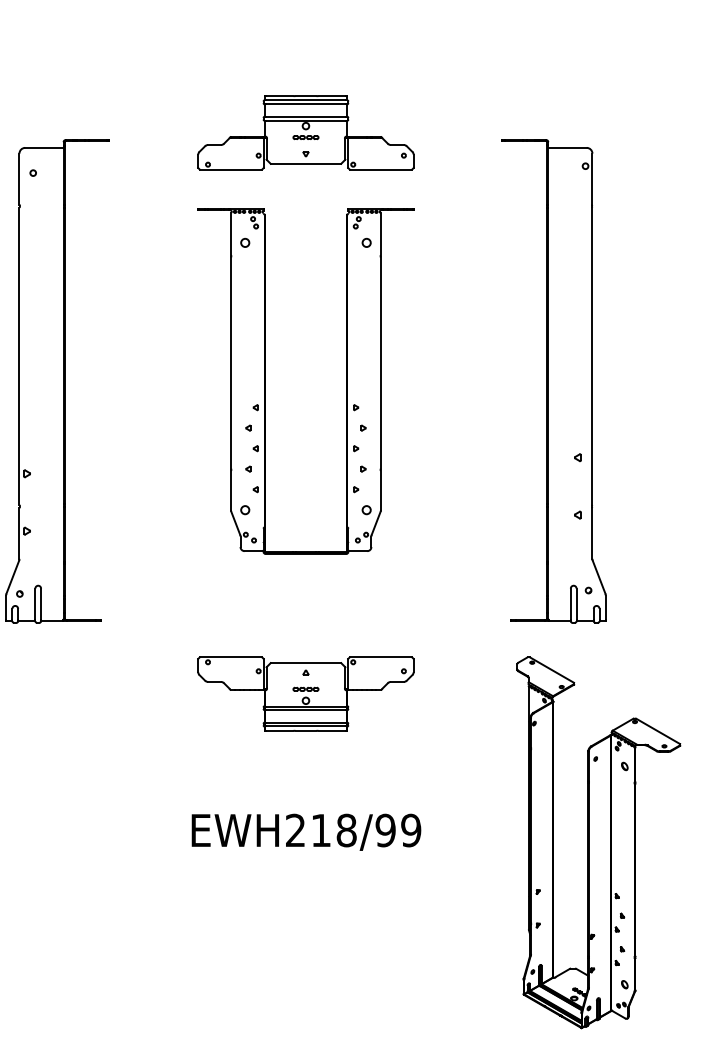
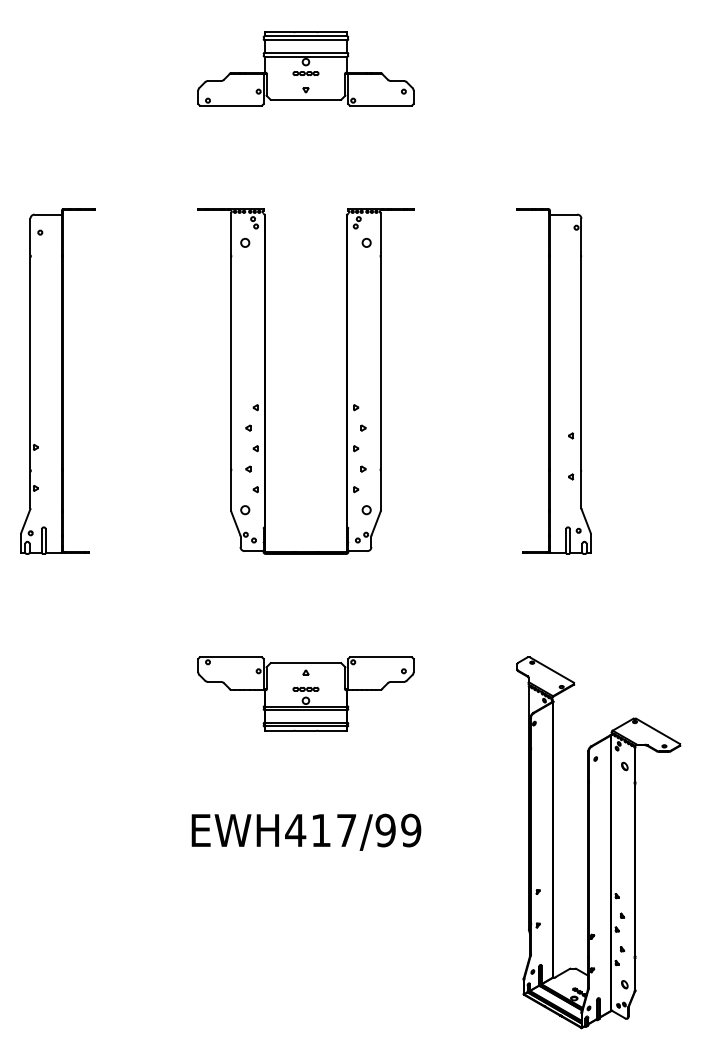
part at (305, 132) position: (305, 132) -> (305, 68)
part at (57, 381) size: 105x485 px -> 76x347 px
part at (553, 381) size: 106x485 px -> 76x347 px
text at (320, 830): EWH218/99 -> EWH417/99
